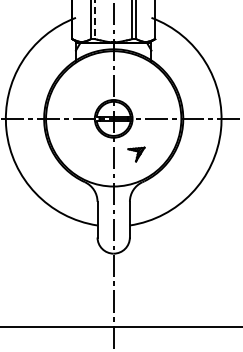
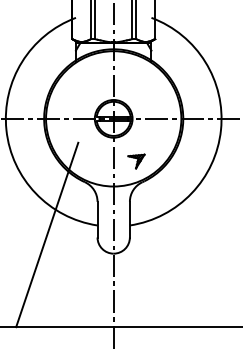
line at (95, 20): dashed -> solid
part at (136, 154) position: (136, 154) -> (136, 161)
line at (47, 234): none -> present
